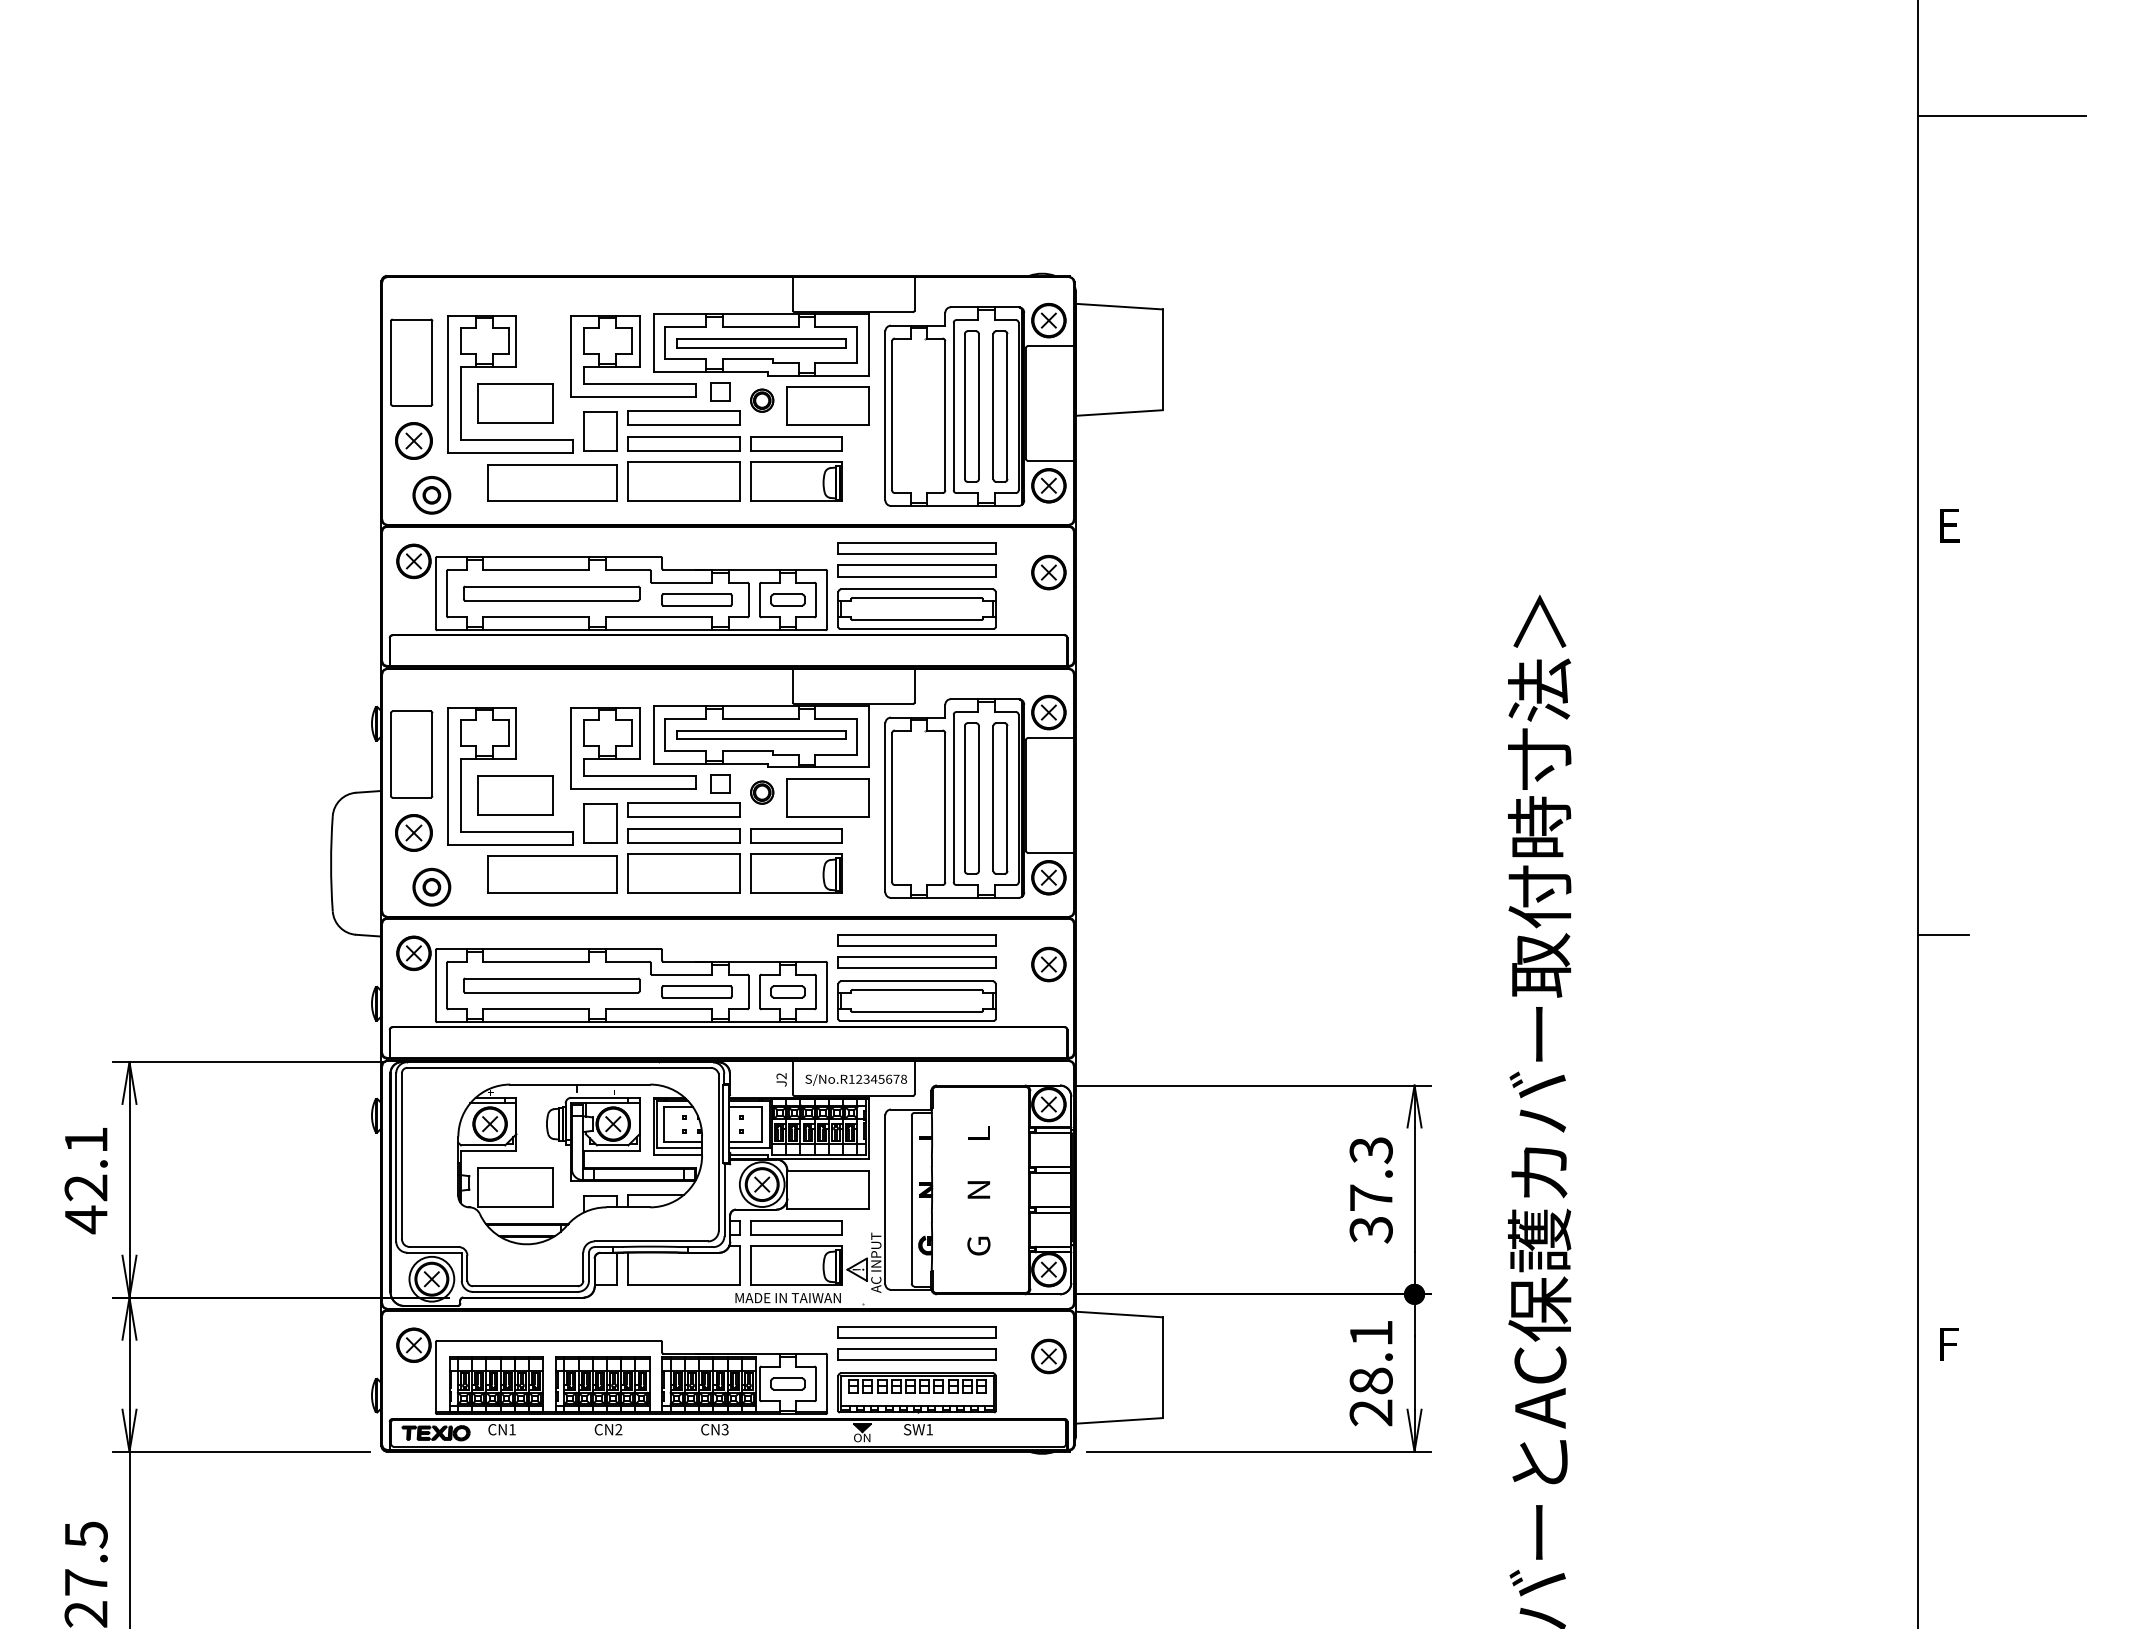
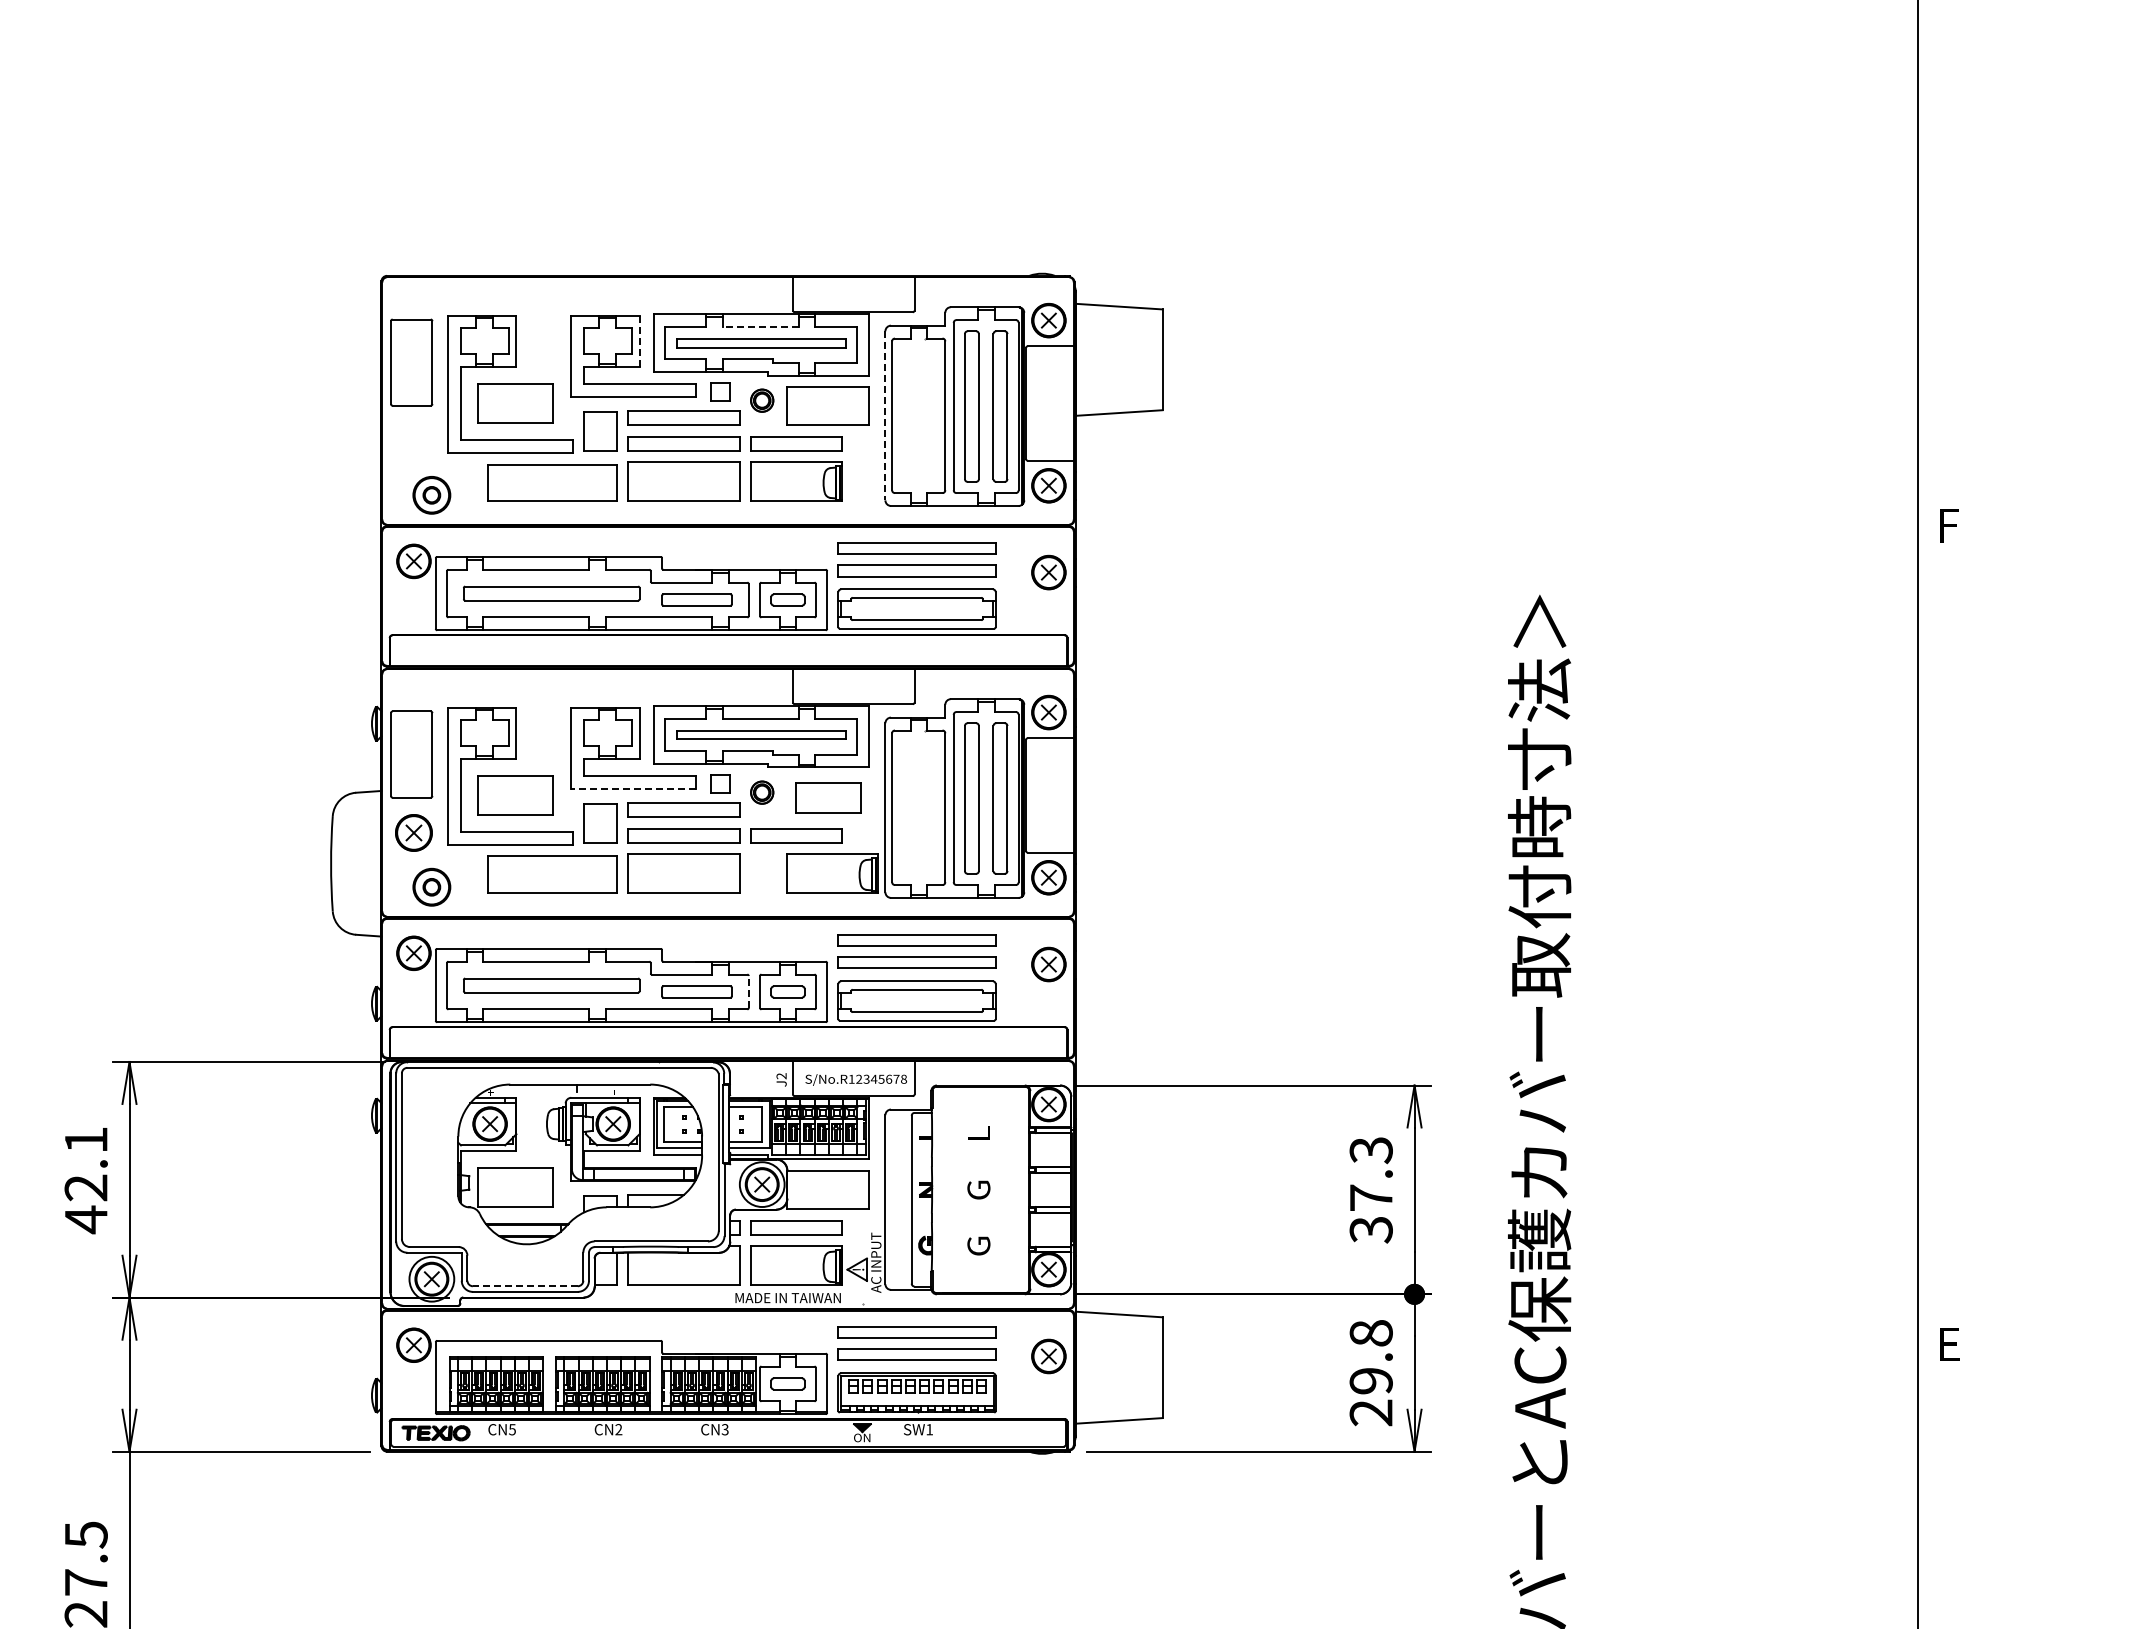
line at (2002, 116): present -> none
line at (760, 326): solid -> dashed
line at (639, 341): solid -> dashed
line at (885, 415): solid -> dashed
part at (413, 440): present -> none
text at (1951, 532): E -> F
line at (633, 789): solid -> dashed
part at (827, 797) size: 84x40 px -> 67x32 px
part at (796, 873) position: (796, 873) -> (832, 873)
line at (1943, 935): present -> none
line at (748, 991): solid -> dashed
text at (978, 1189): N -> G
line at (524, 1286): solid -> dashed
text at (1951, 1351): F -> E
text at (1370, 1357): 28.1 -> 29.8
text at (512, 1429): CN1 -> CN5
